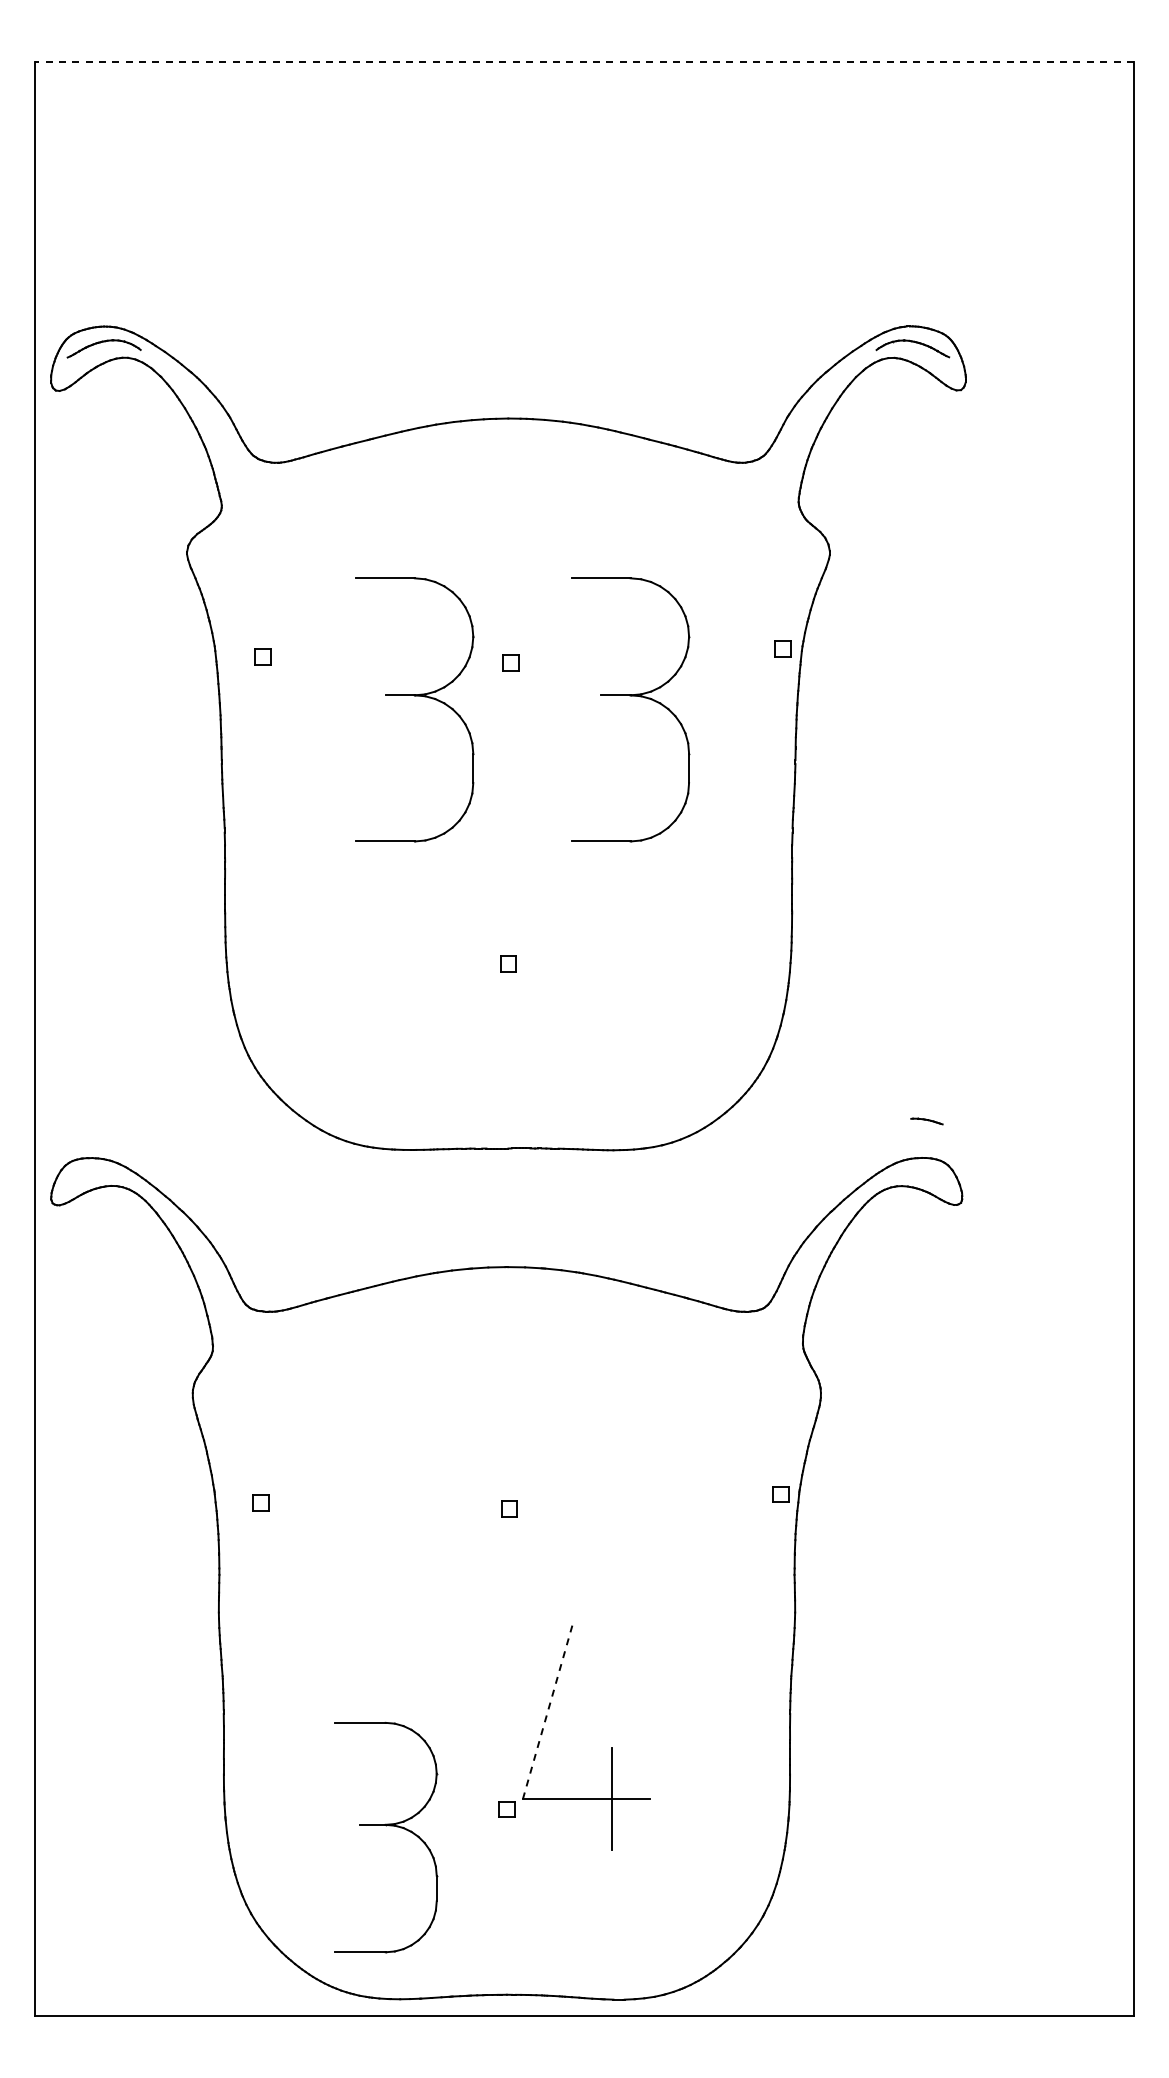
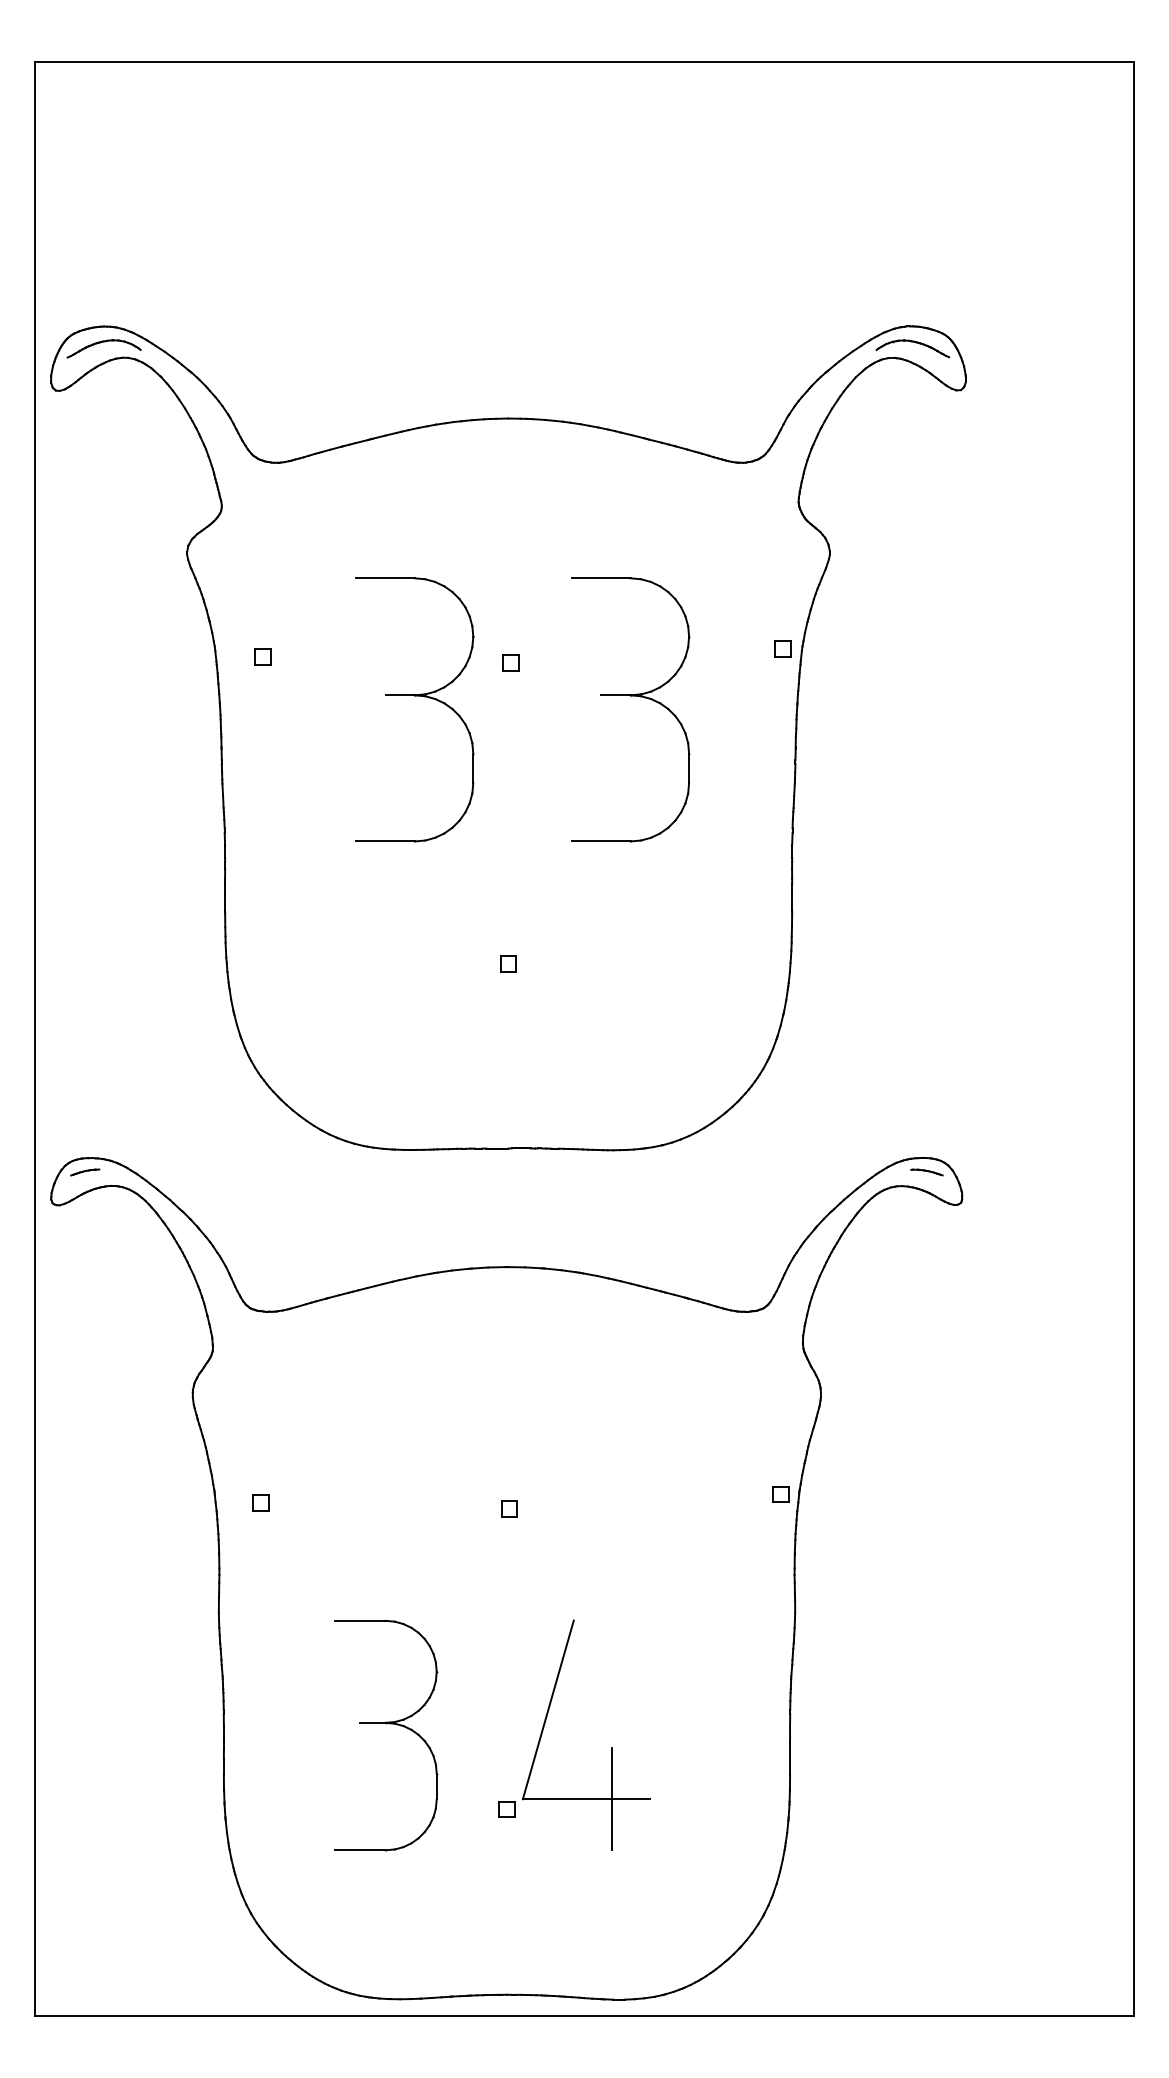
line at (584, 62): dashed -> solid
part at (926, 1121) position: (926, 1121) -> (926, 1172)
part at (85, 1172): none -> present
line at (548, 1709): dashed -> solid
part at (386, 1826) position: (386, 1826) -> (386, 1724)
